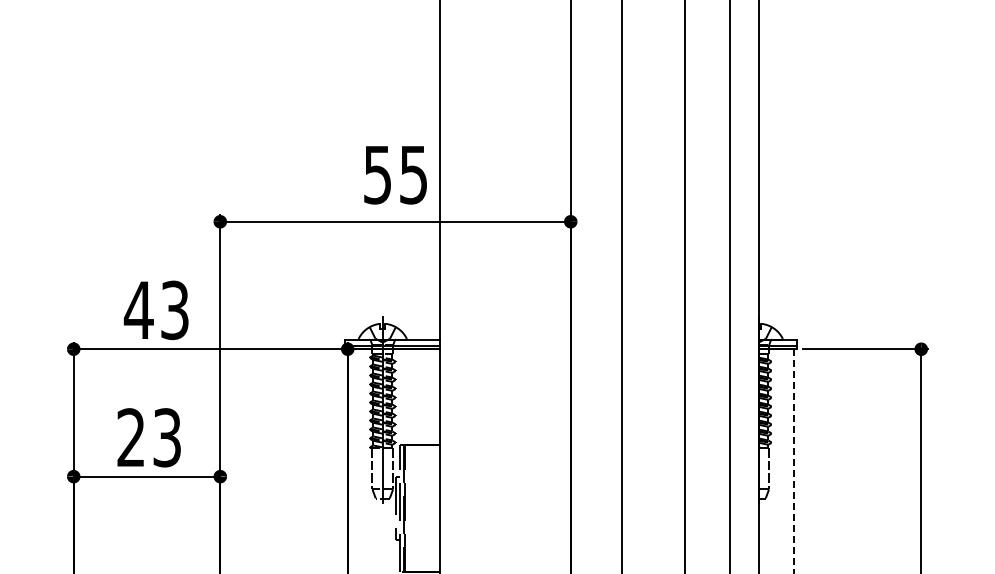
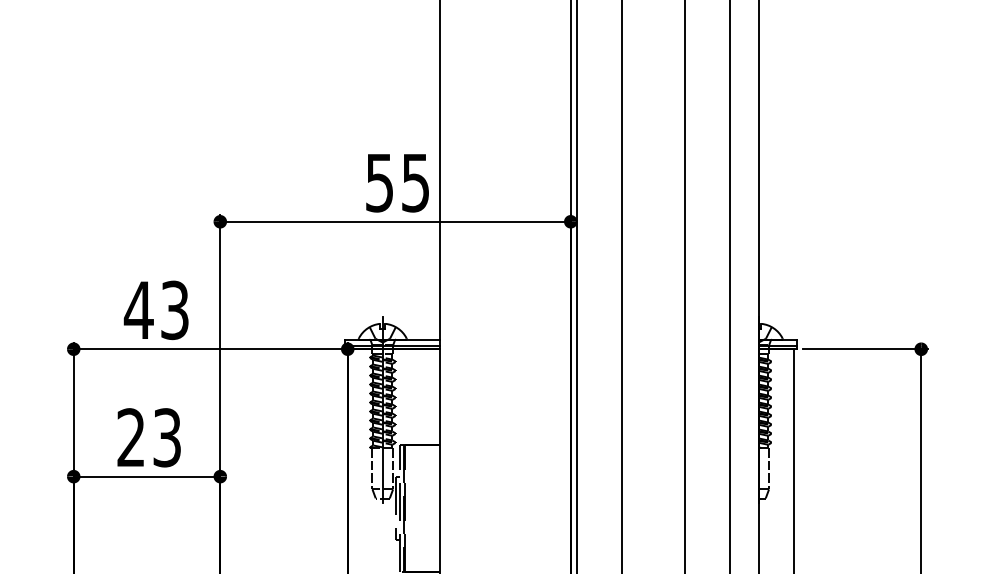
text at (395, 175) position: (395, 175) -> (397, 183)
line at (577, 286): none -> present
line at (793, 461): dashed -> solid
